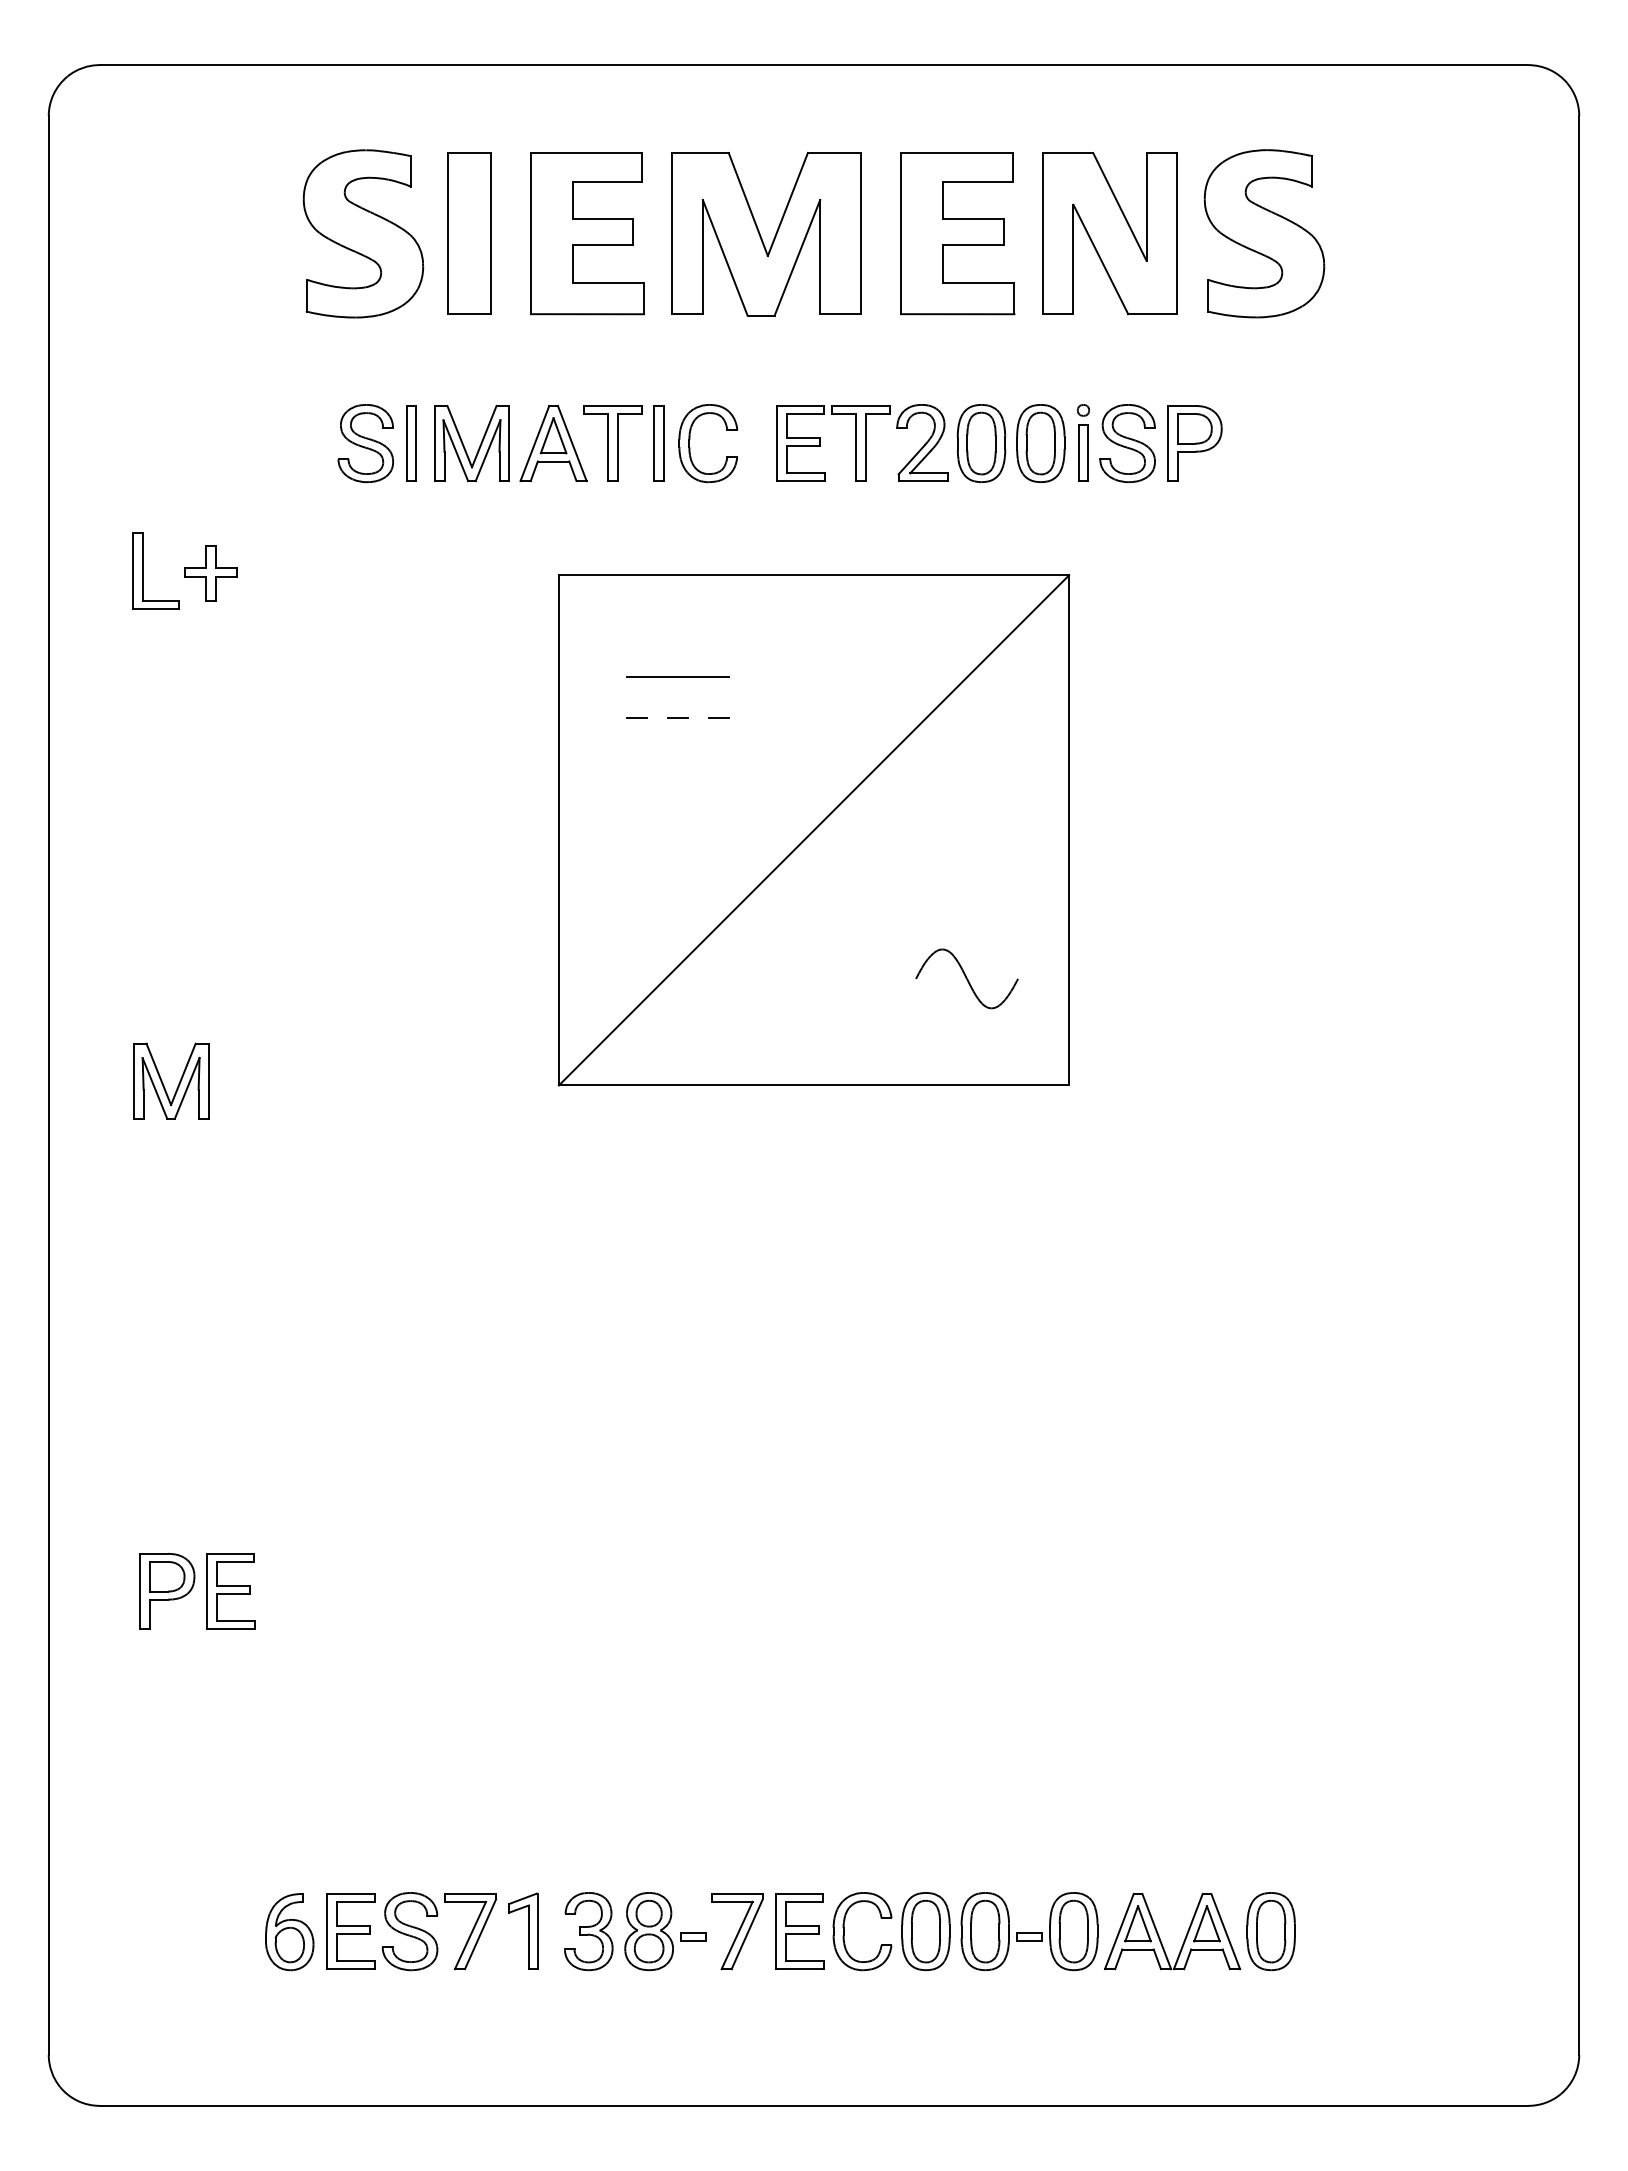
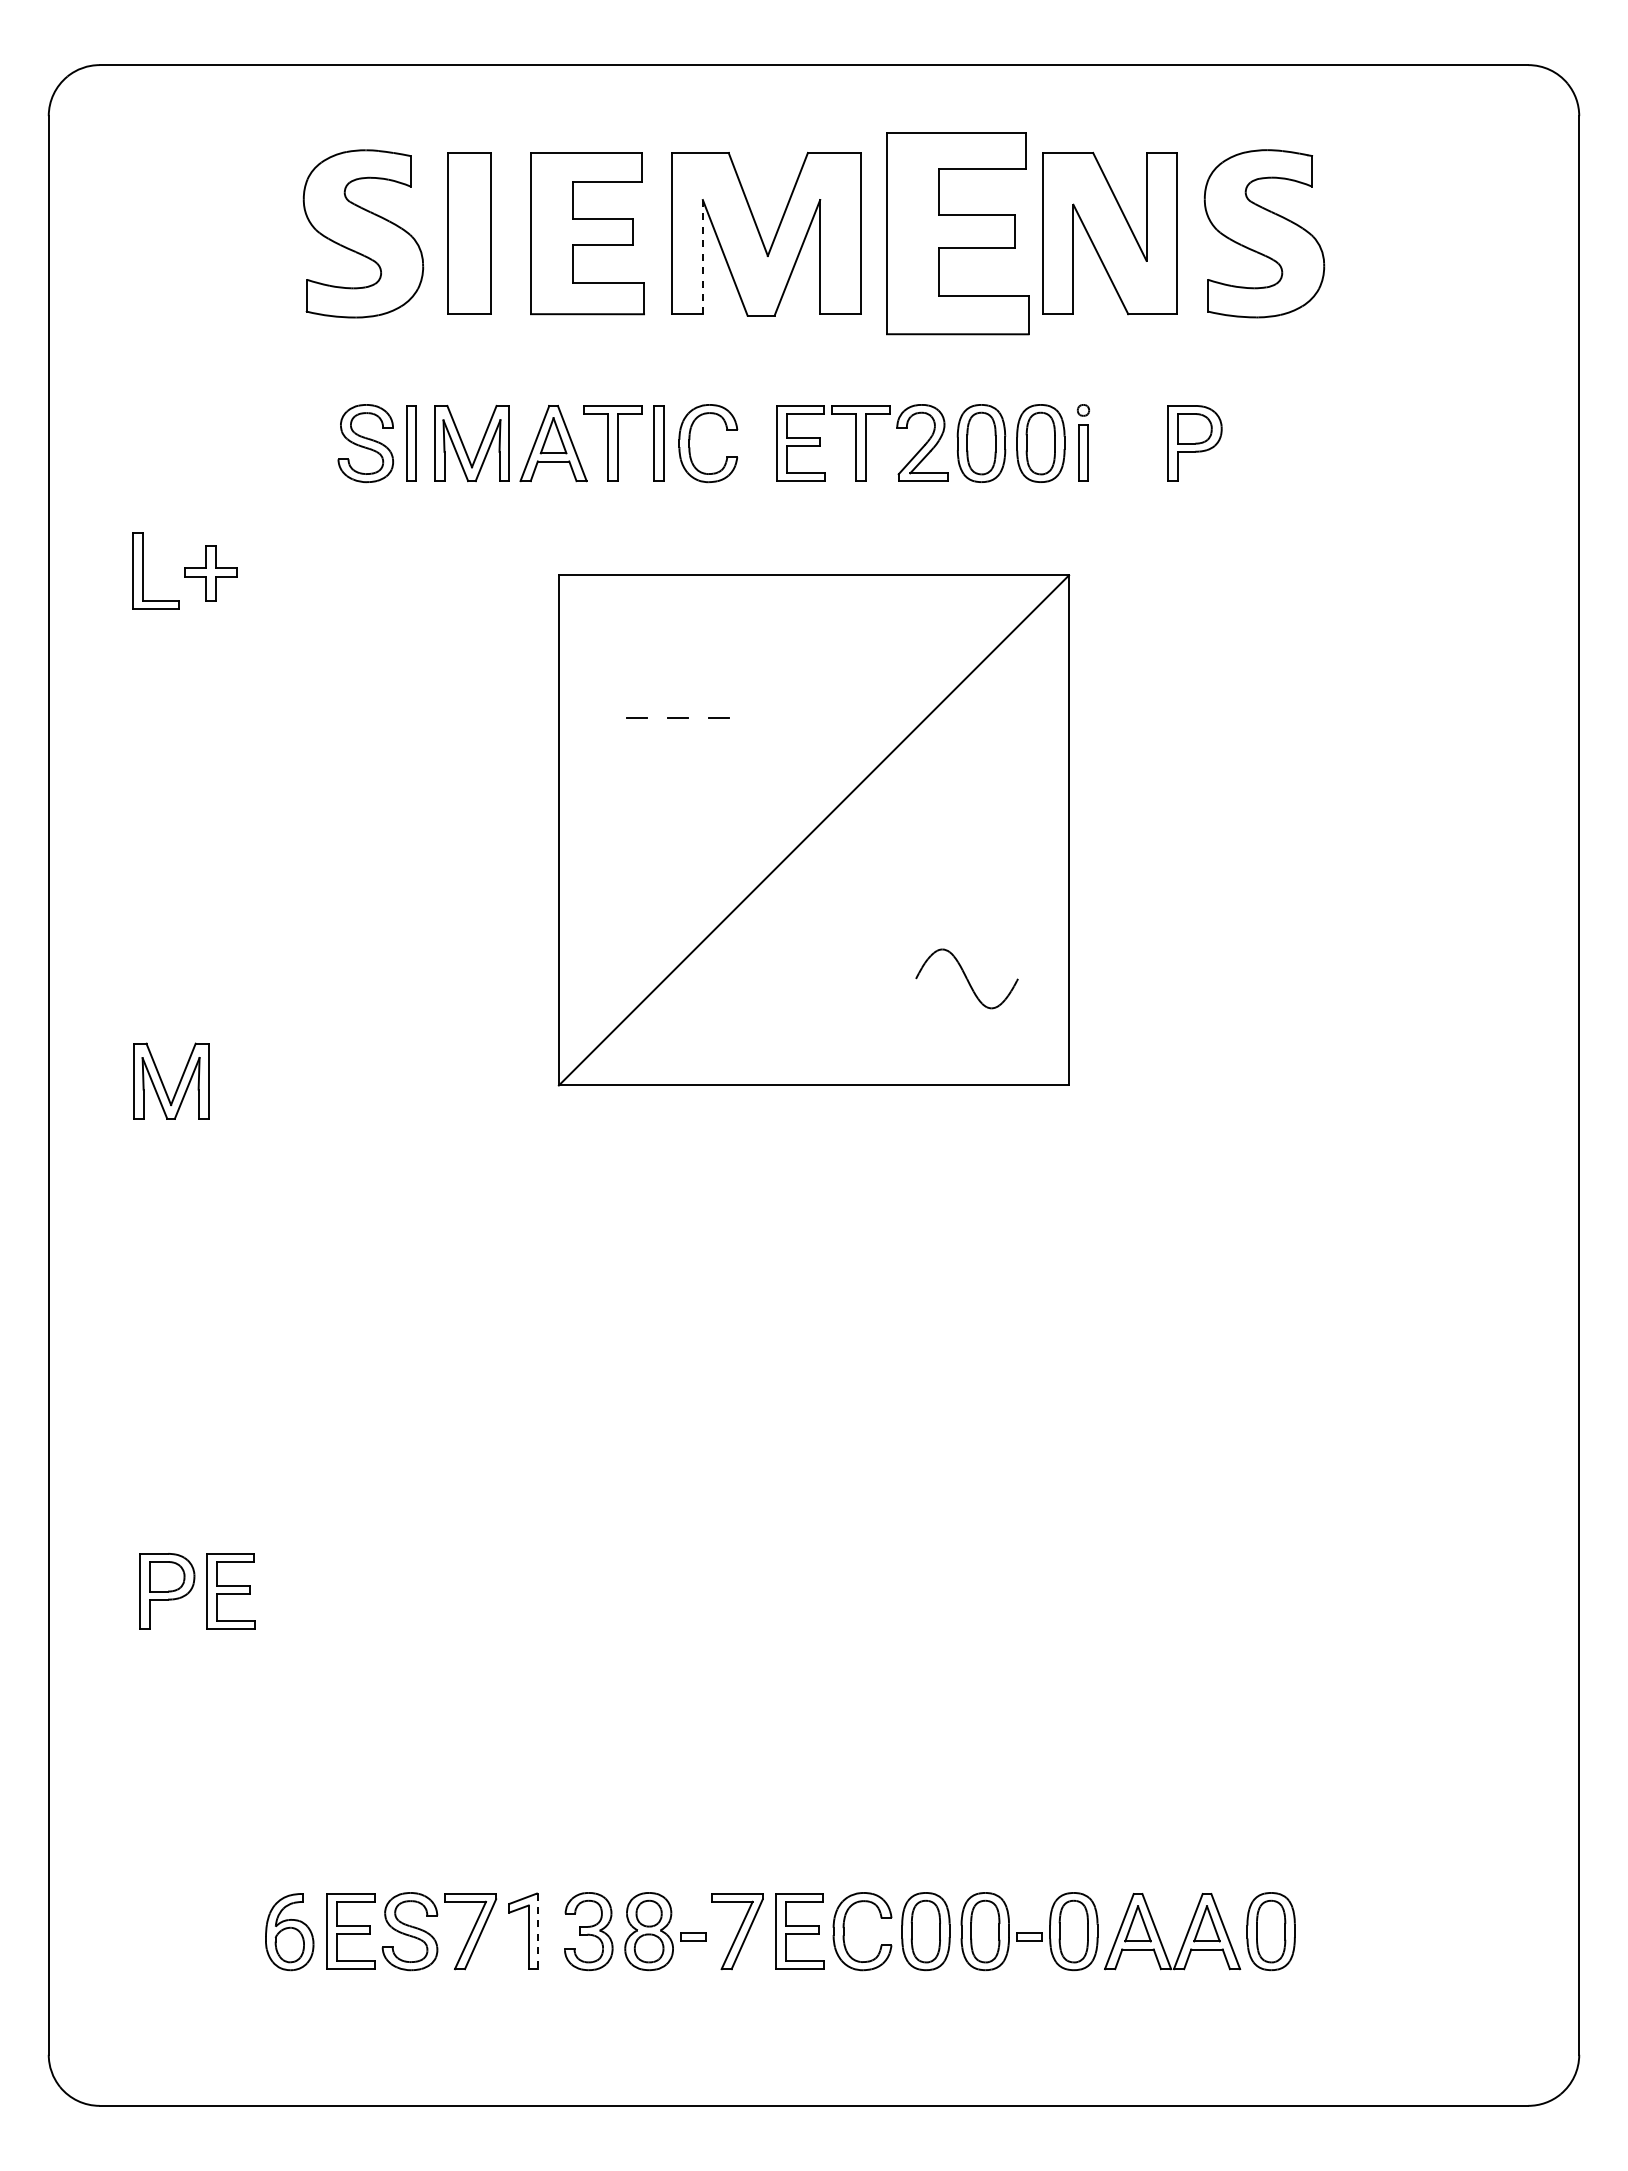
part at (957, 233) size: 116x164 px -> 144x204 px
line at (702, 257): solid -> dashed
part at (1127, 443): present -> none
line at (677, 677): present -> none
line at (538, 1931): solid -> dashed
